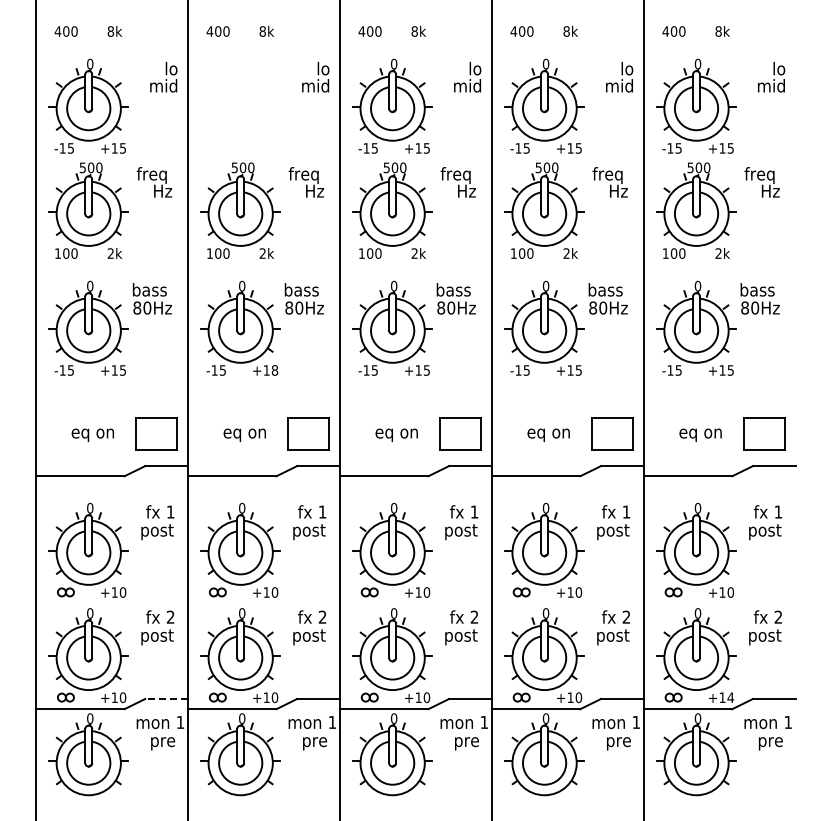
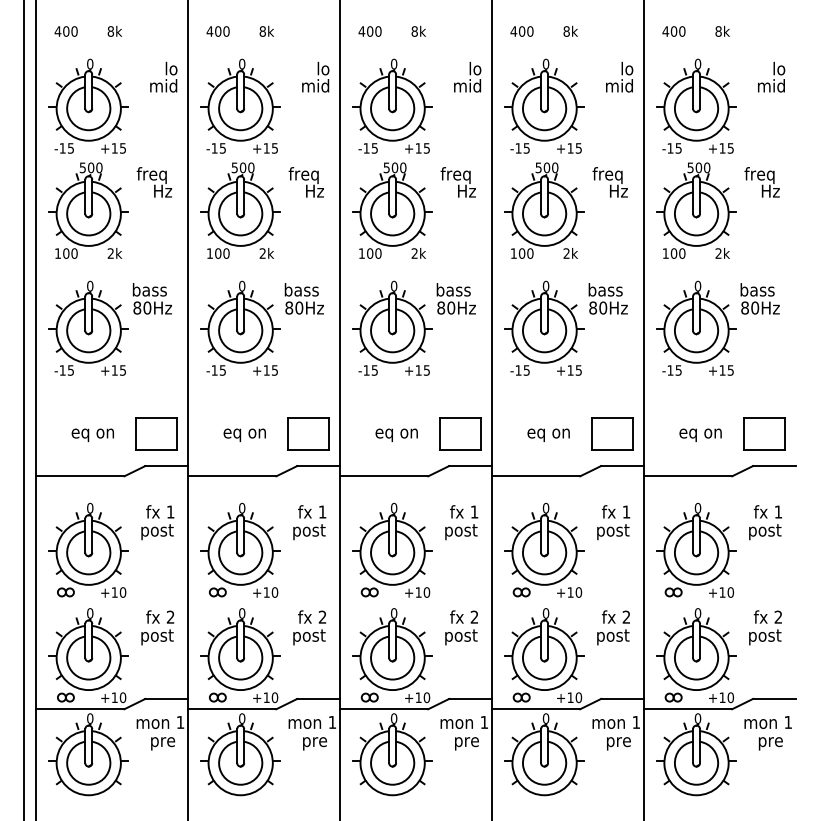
part at (240, 105): none -> present
text at (274, 370): +18 -> +15
line at (24, 409): none -> present
text at (730, 697): +14 -> +10
line at (166, 698): dashed -> solid
